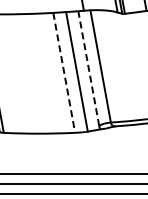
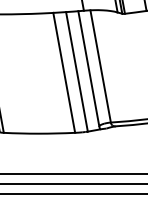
line at (88, 68): dashed -> solid
line at (64, 72): dashed -> solid
